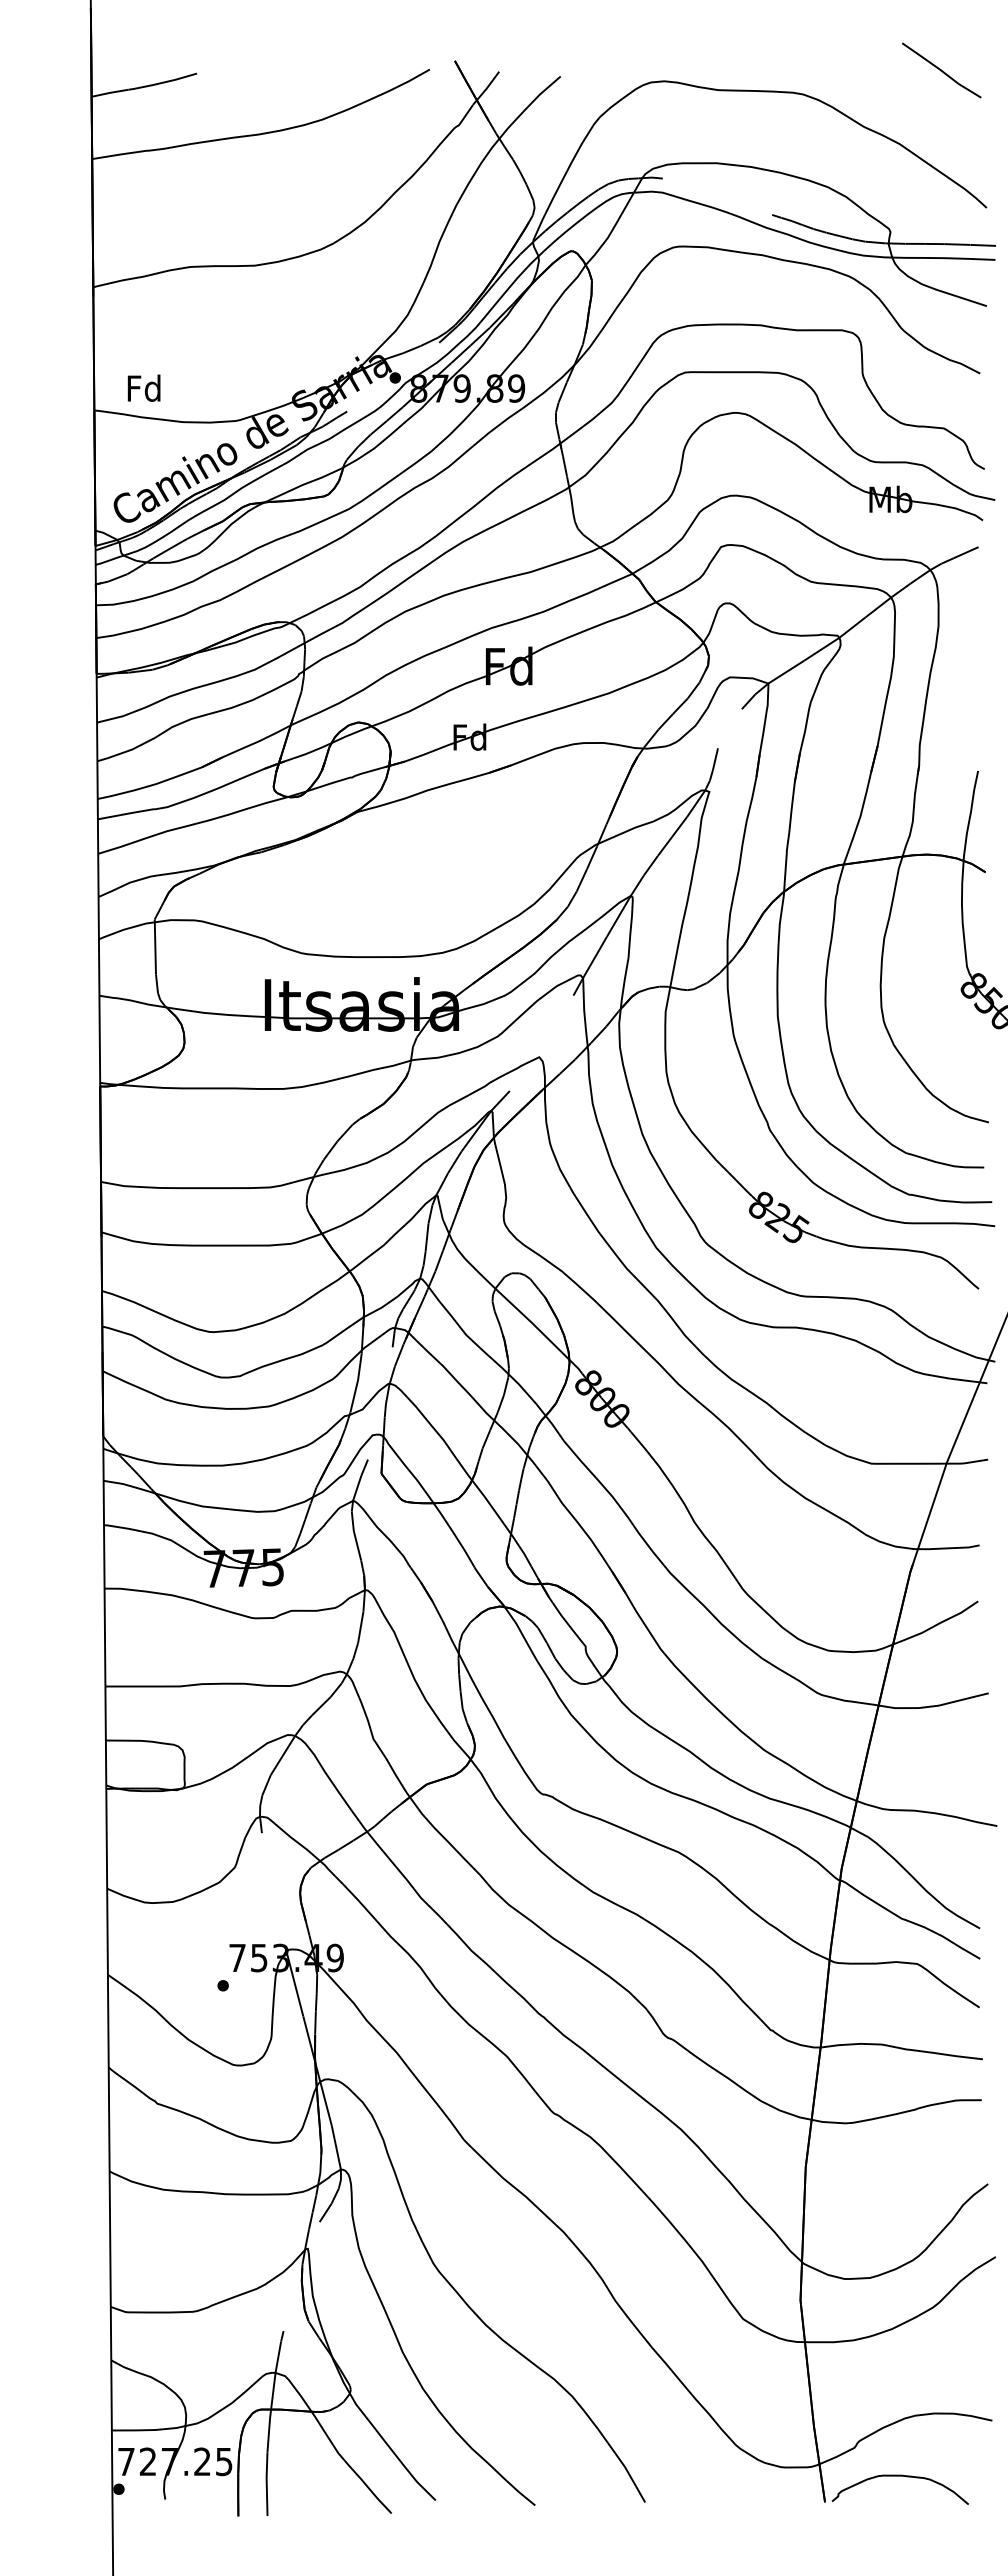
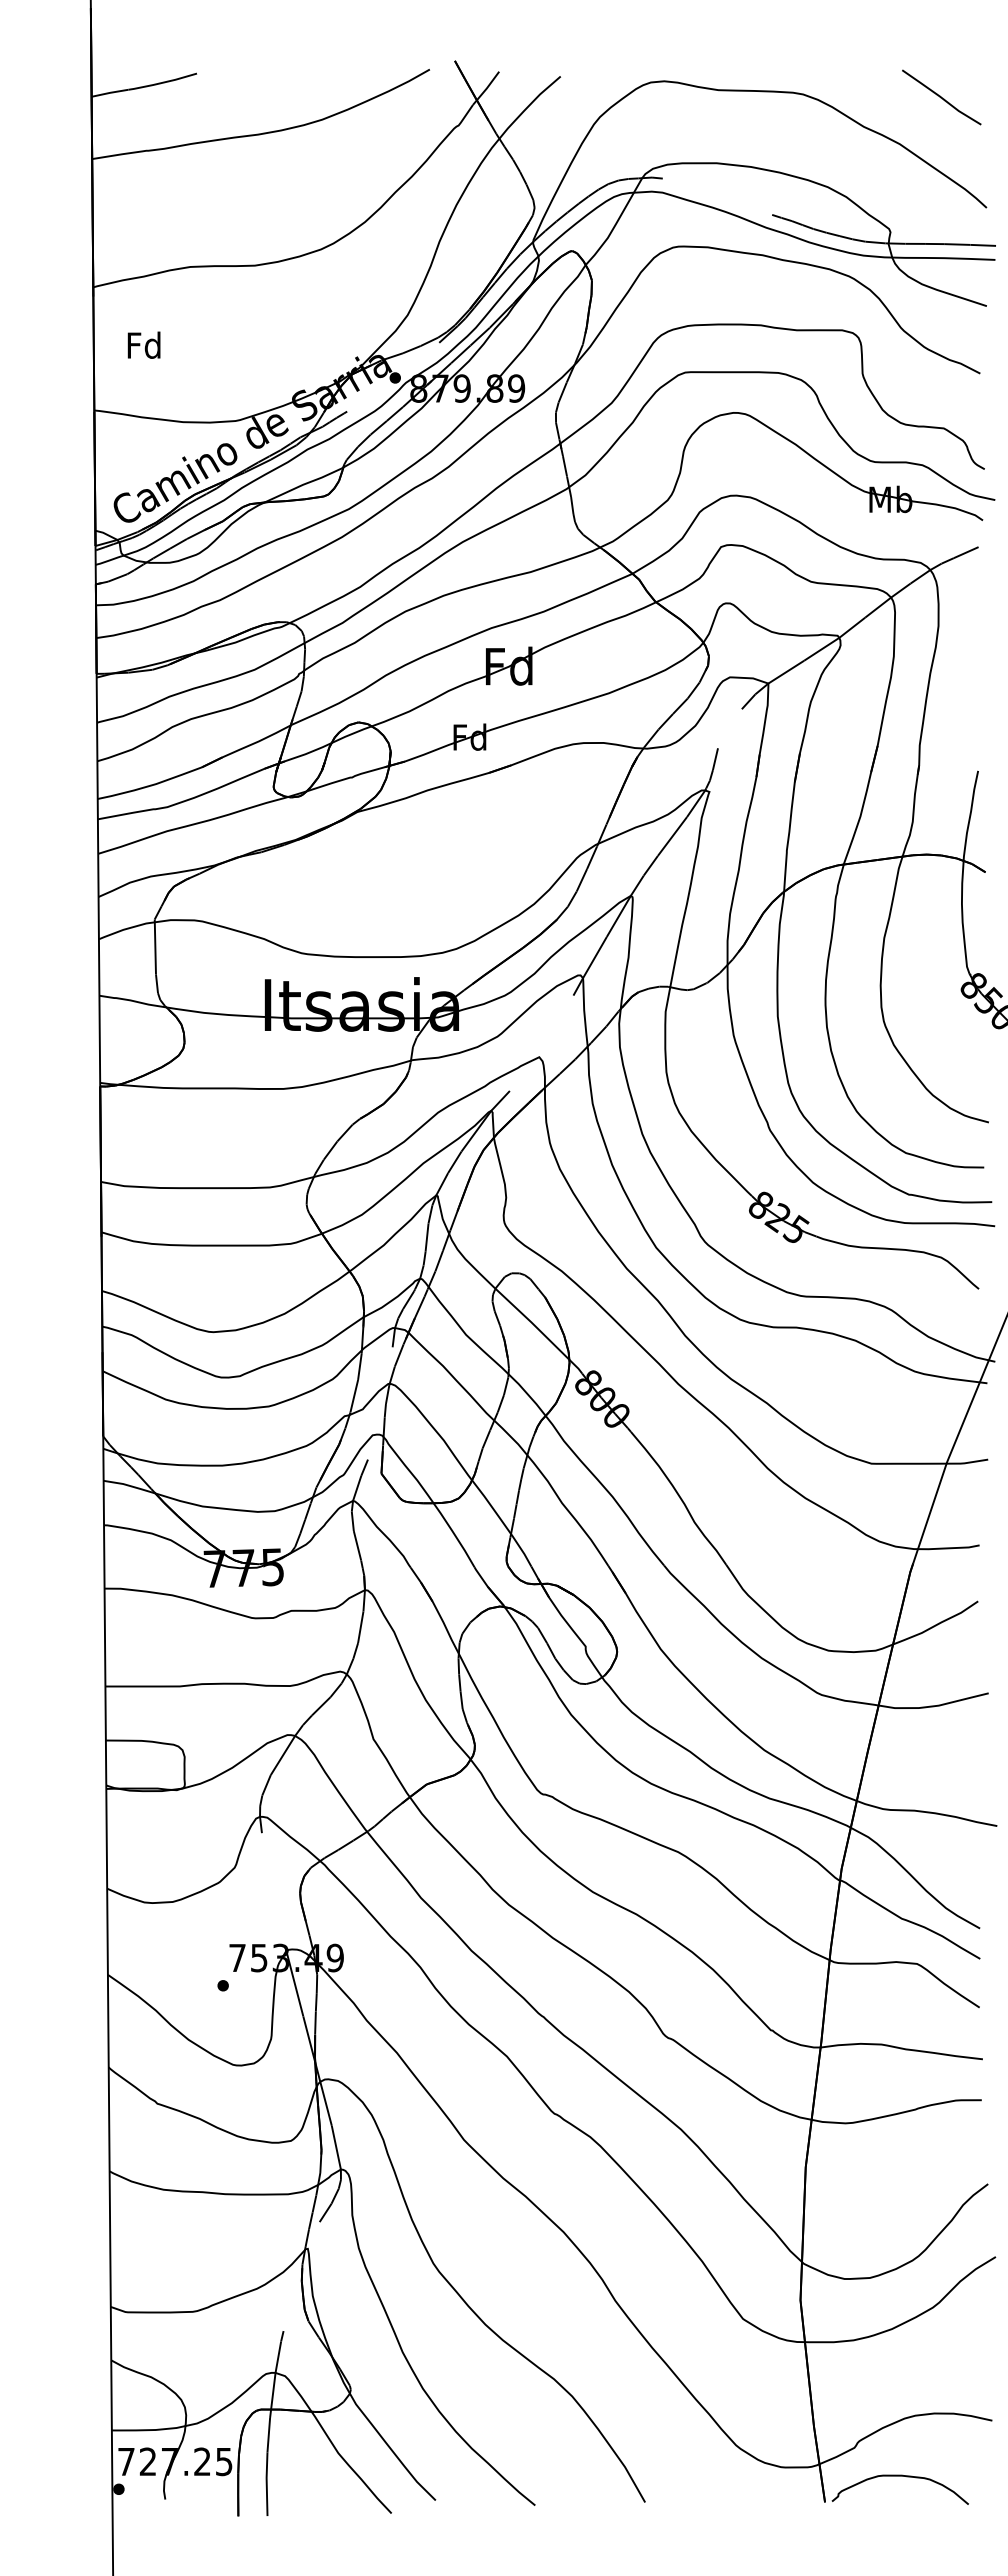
line at (941, 70) position: (941, 70) -> (941, 97)
text at (143, 387) position: (143, 387) -> (143, 344)
